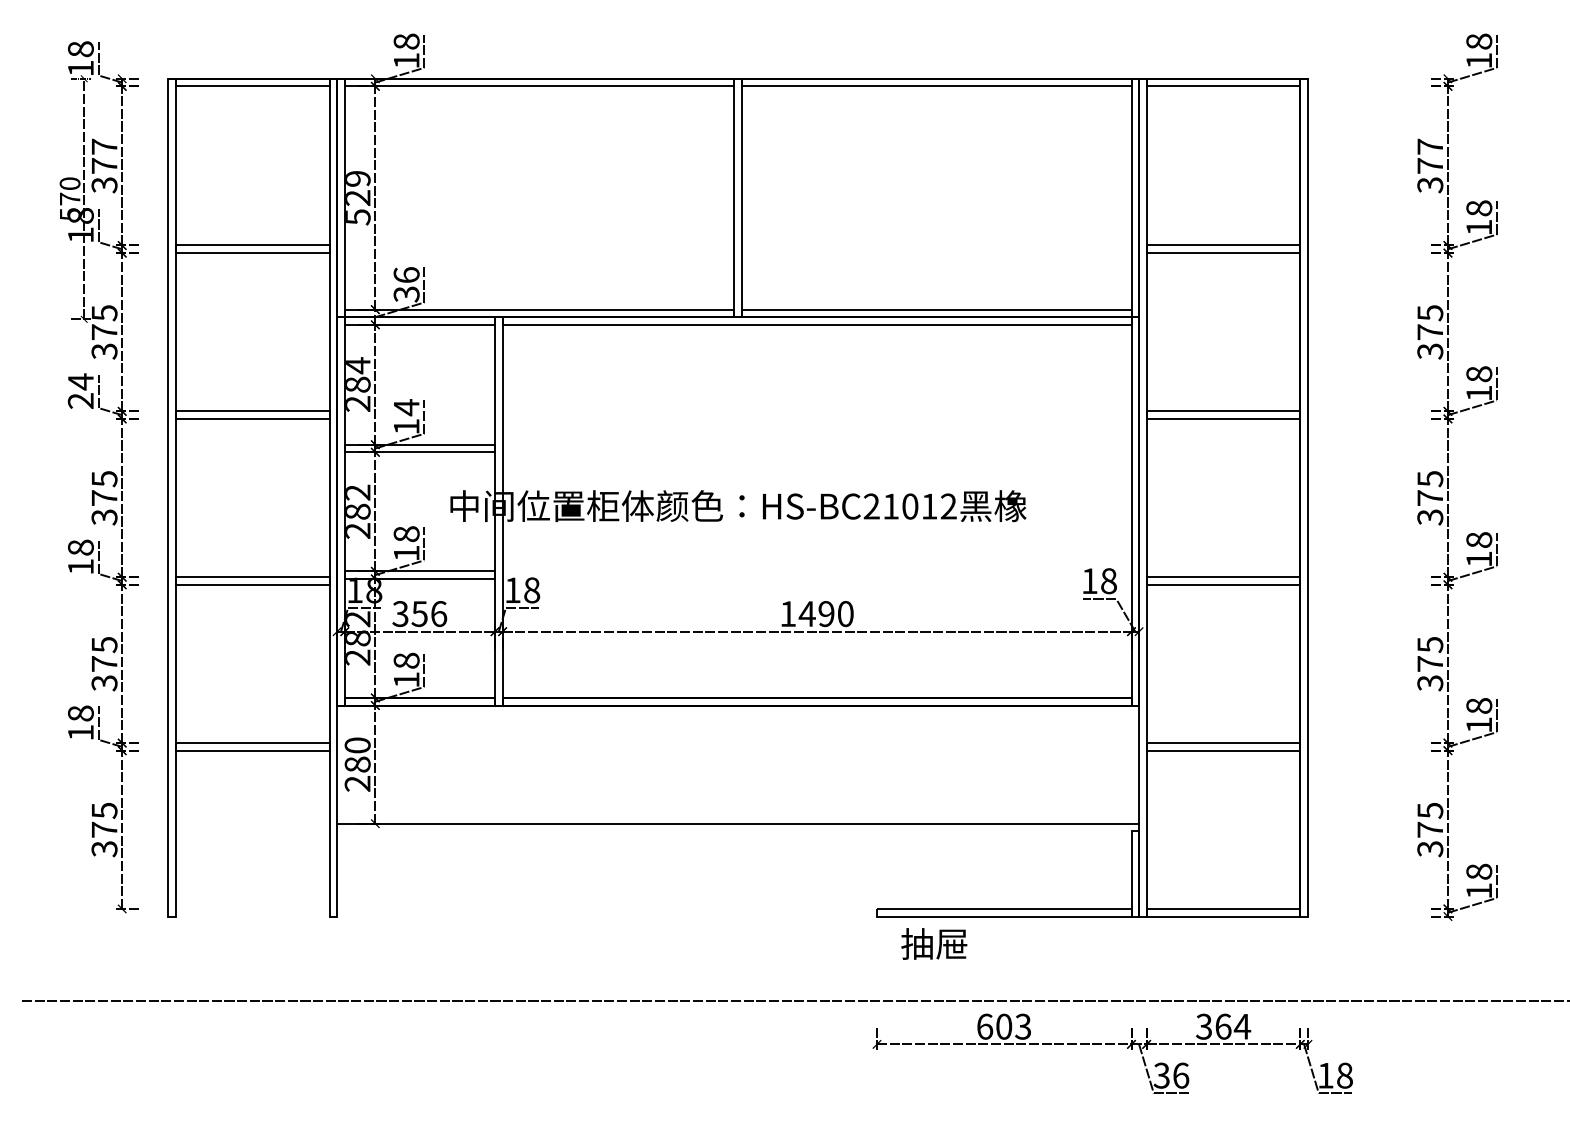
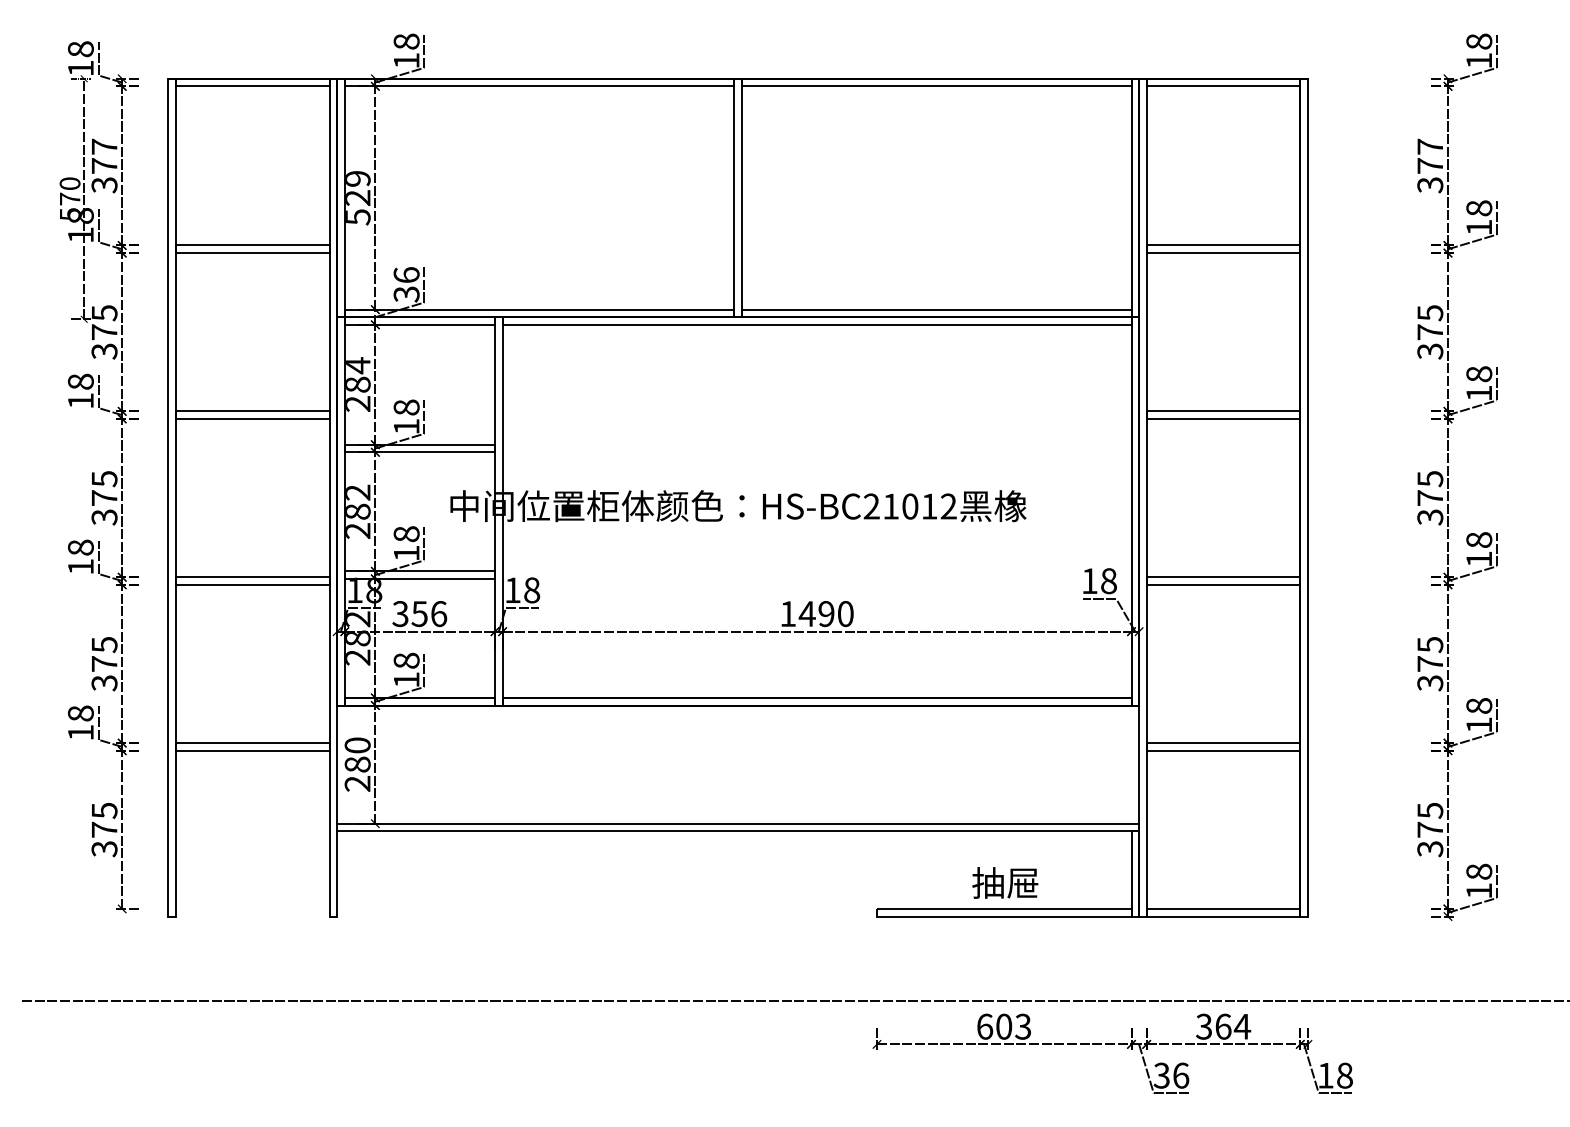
text at (80, 390): 24 -> 18
text at (406, 407): 14 -> 18
line at (738, 831): none -> present
text at (934, 943) position: (934, 943) -> (1005, 882)
